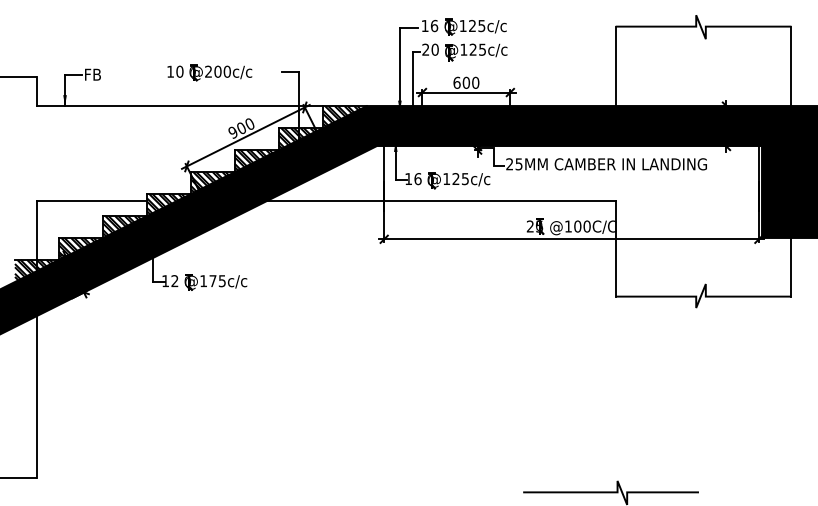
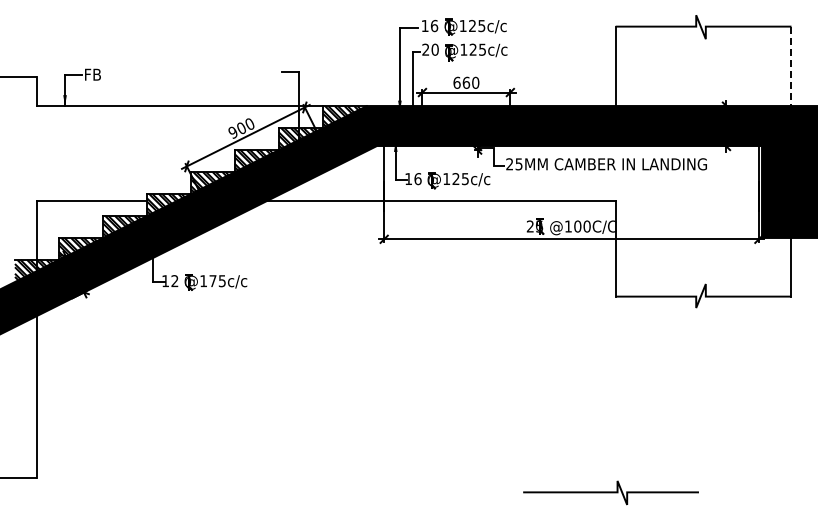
line at (791, 66): solid -> dashed
part at (209, 72): present -> none
text at (466, 82): 600 -> 660
